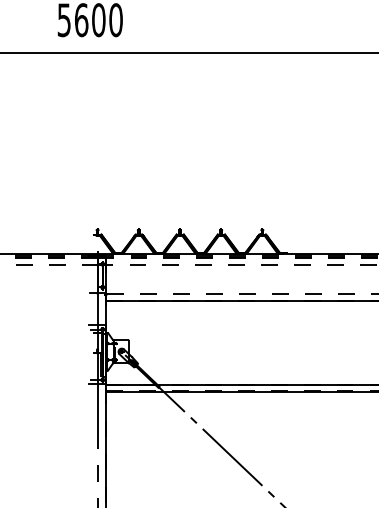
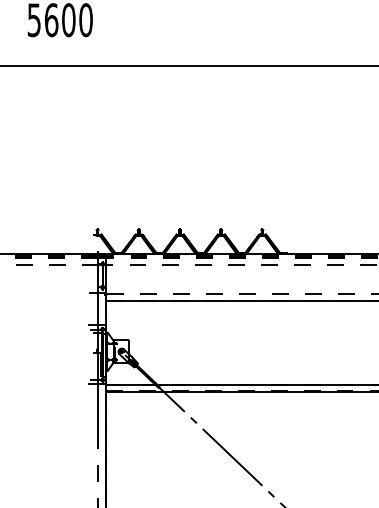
text at (89, 20) position: (89, 20) -> (59, 20)
line at (188, 53) position: (188, 53) -> (188, 66)
